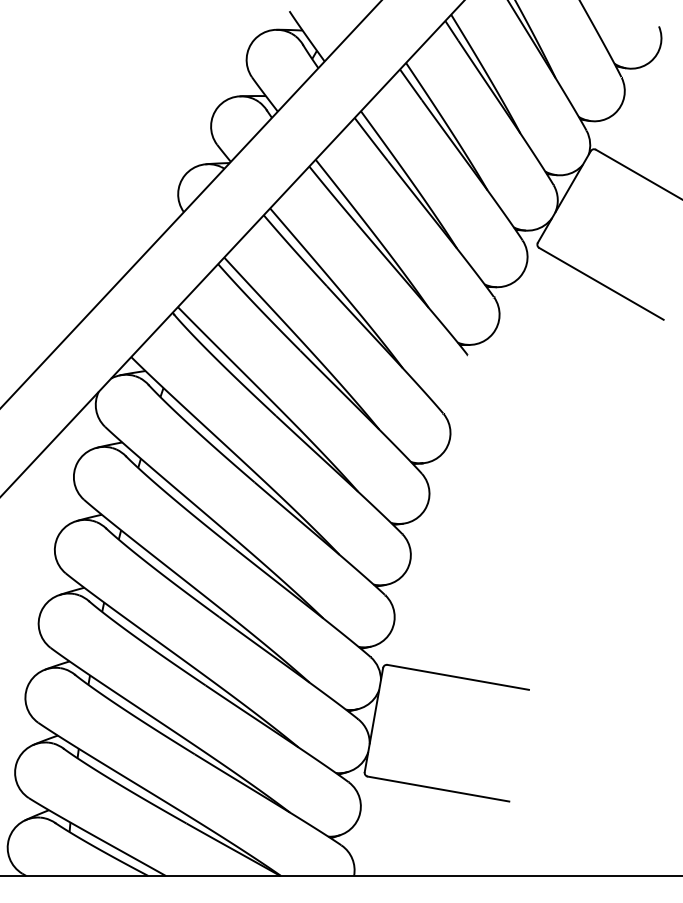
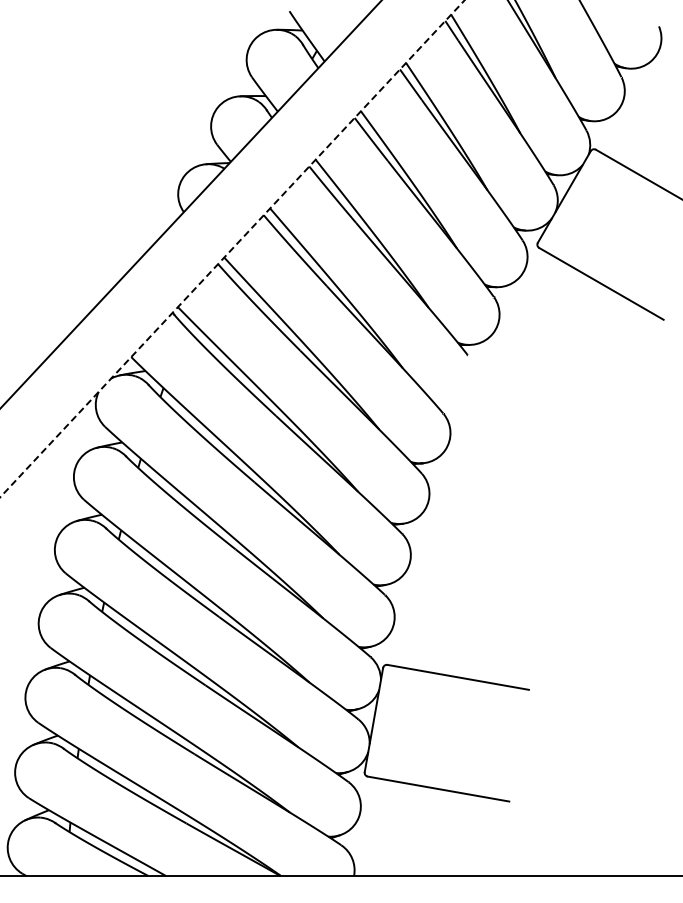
line at (232, 248): solid -> dashed
